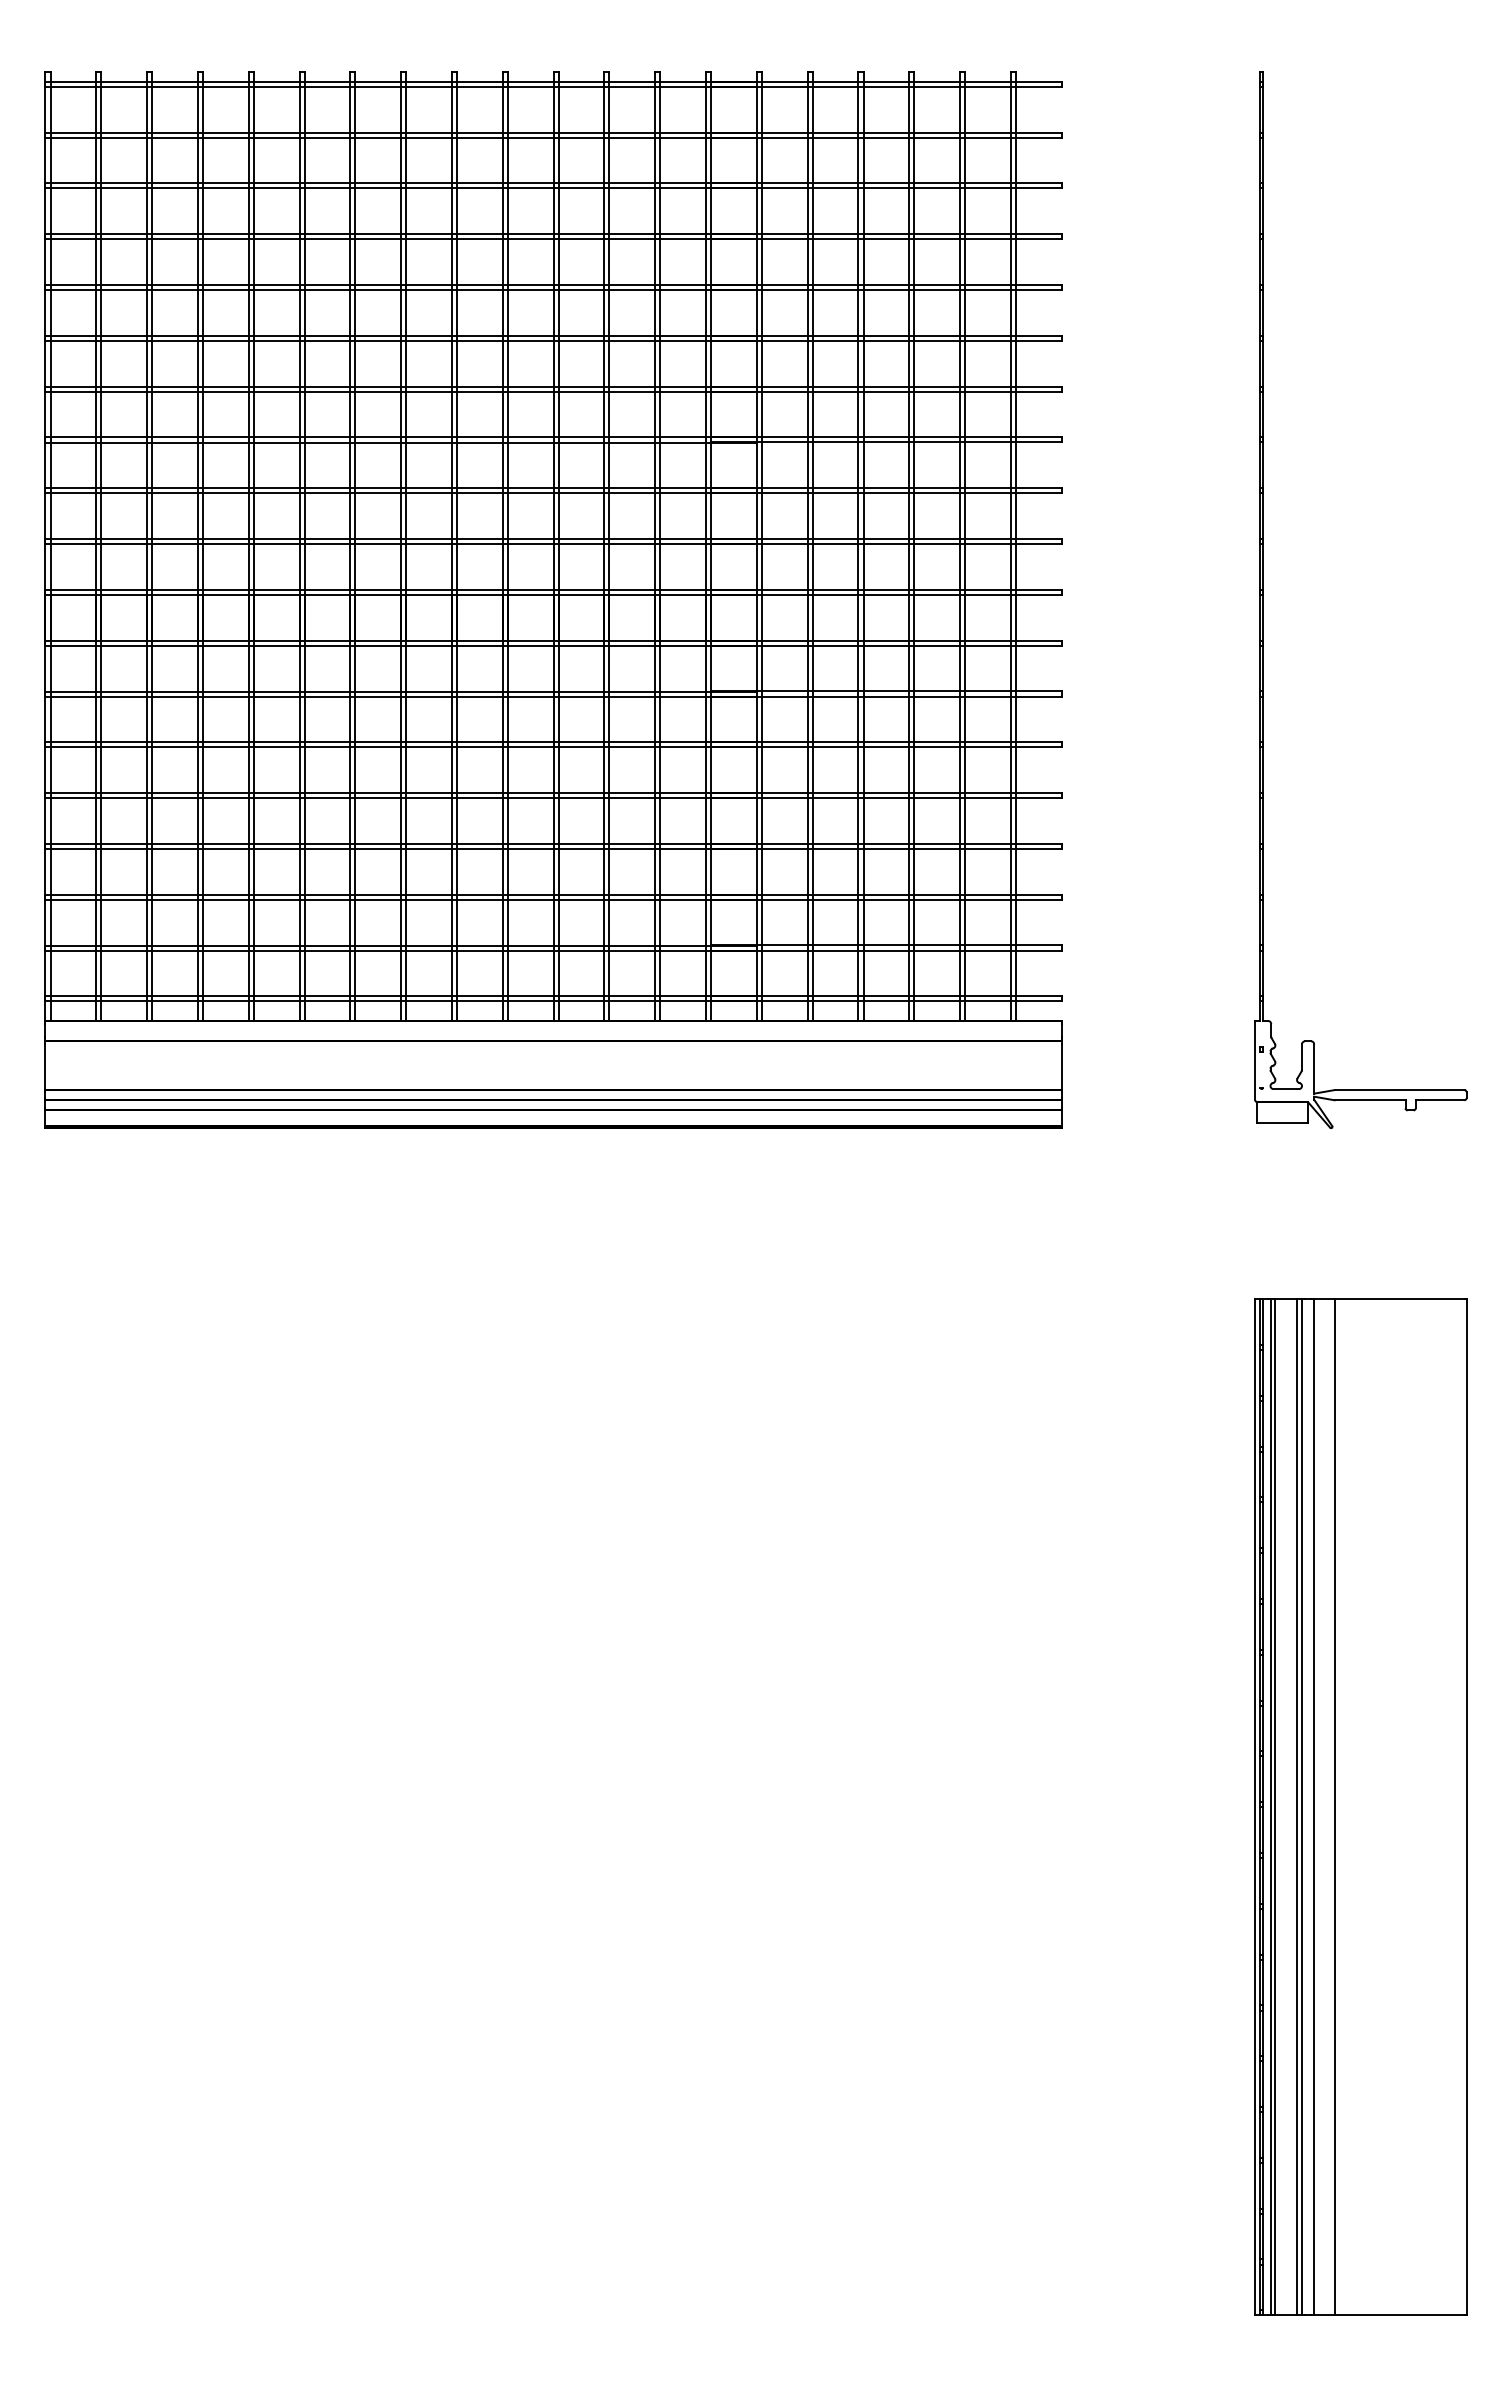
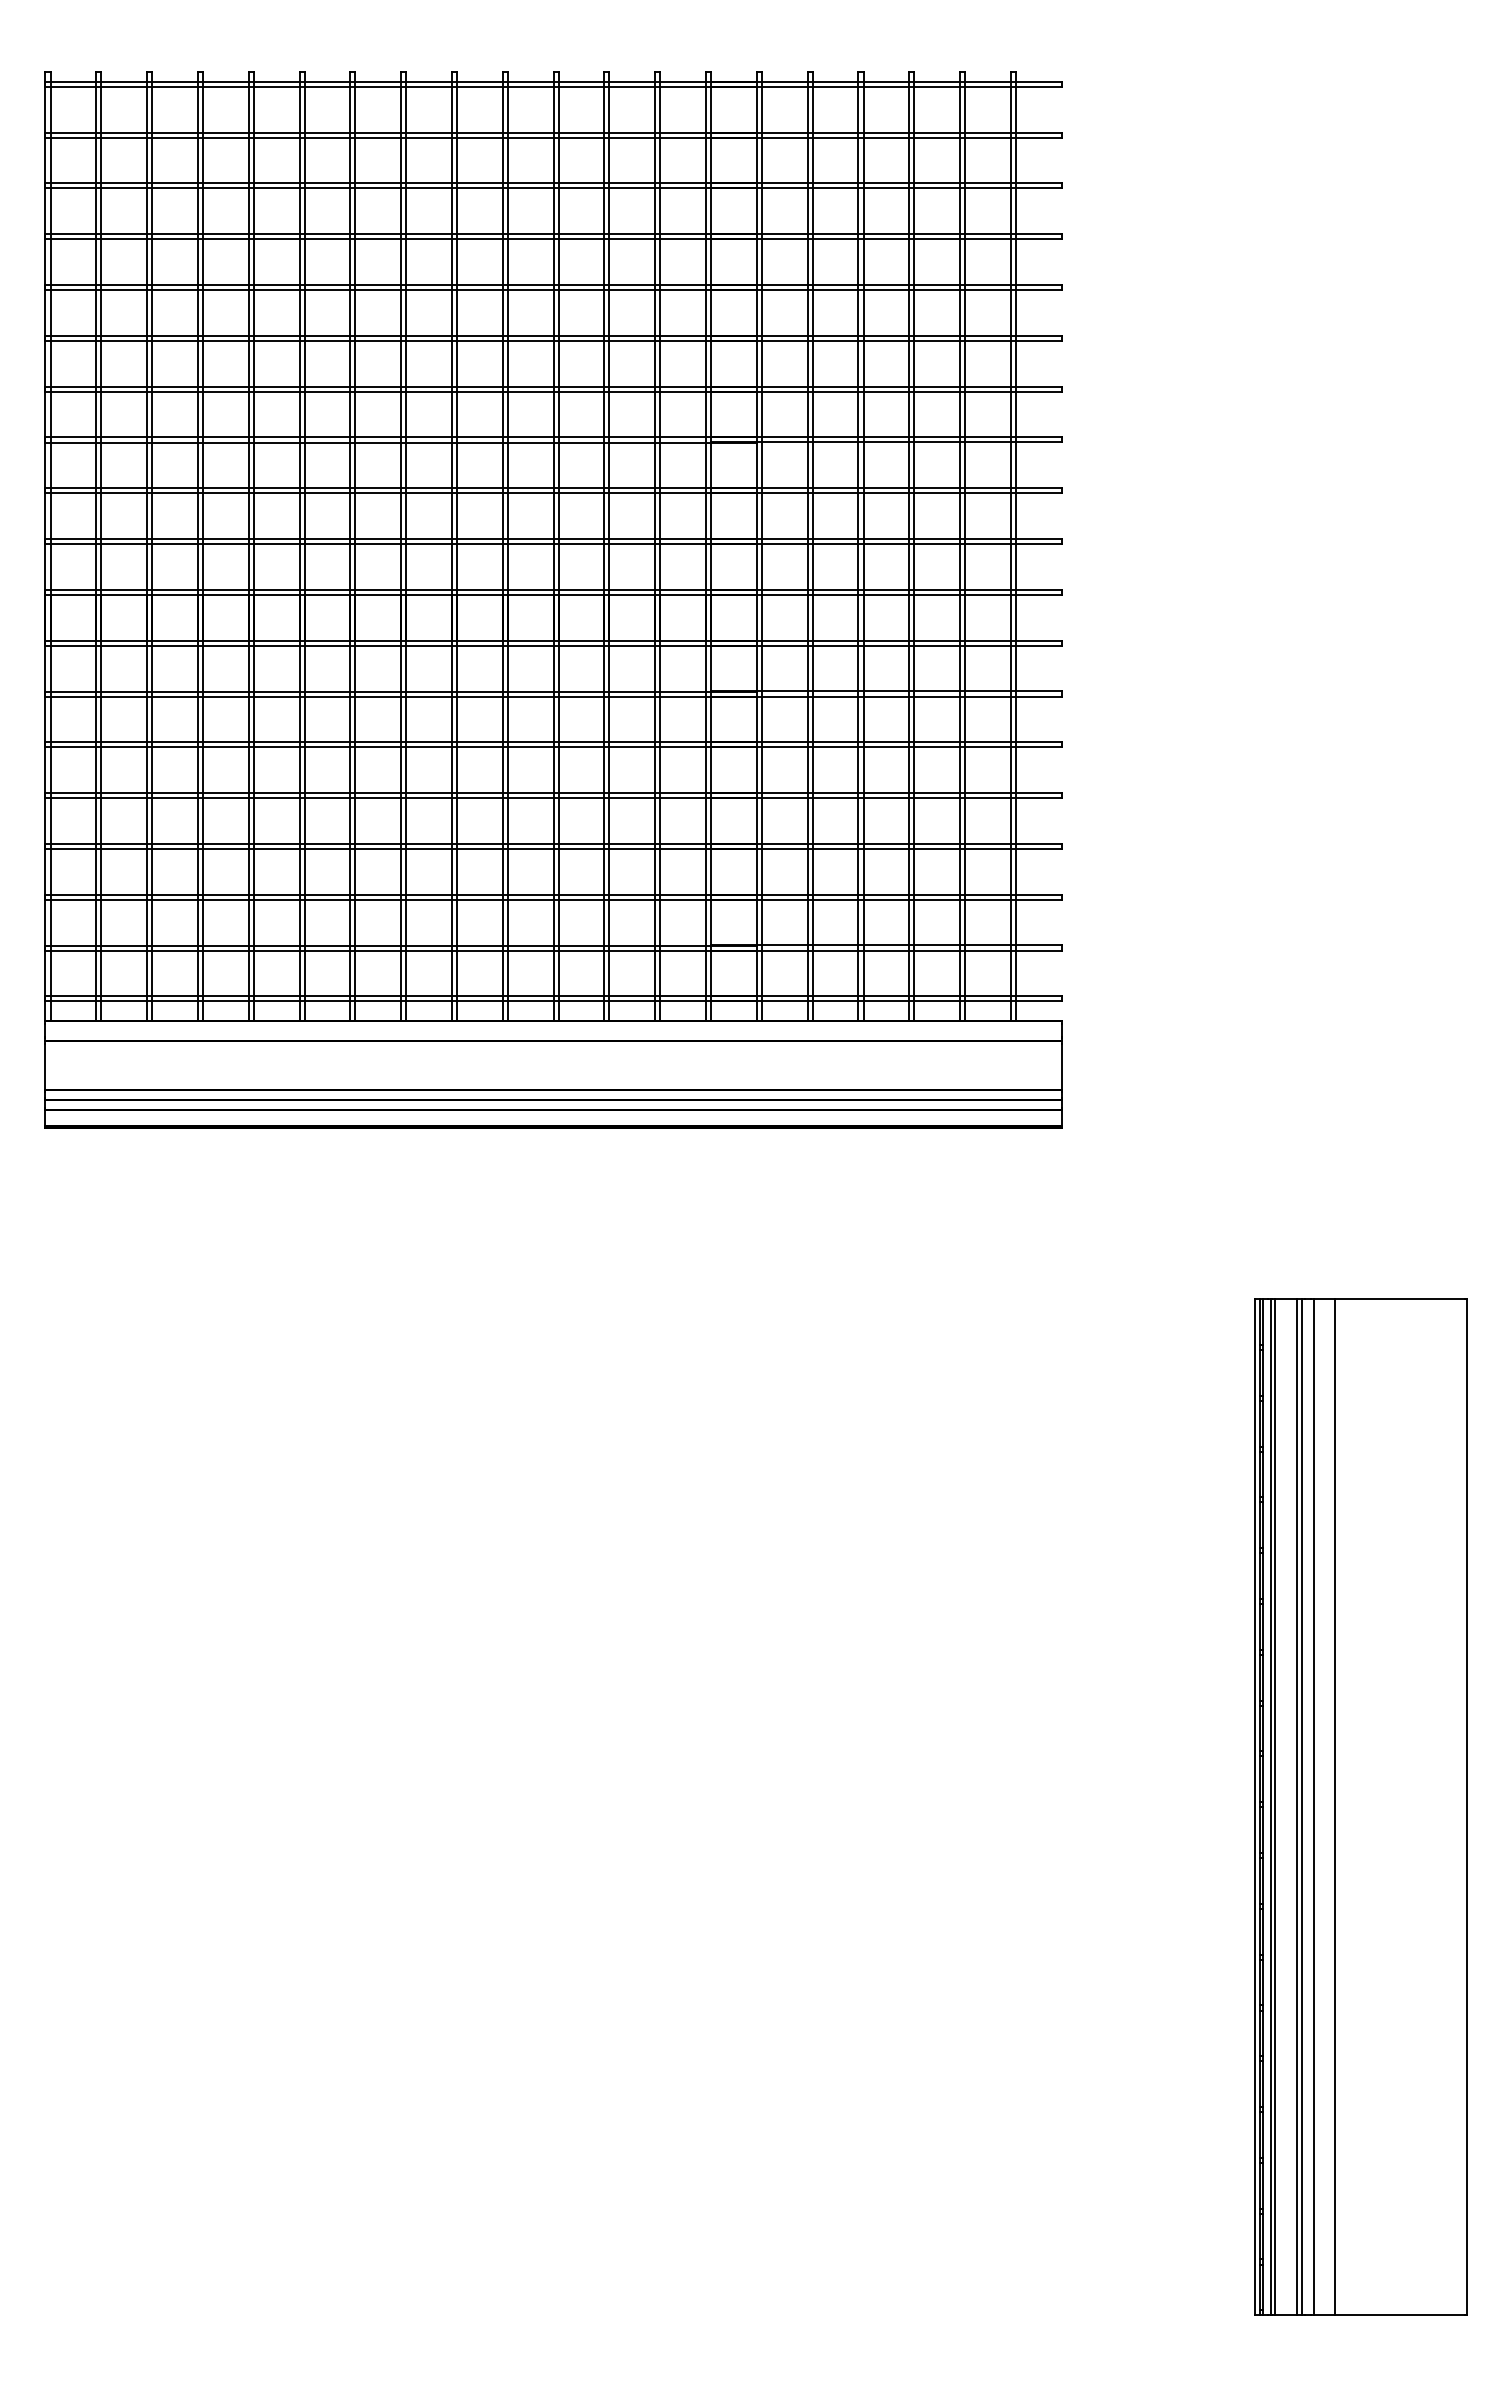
part at (1263, 599): present -> none
